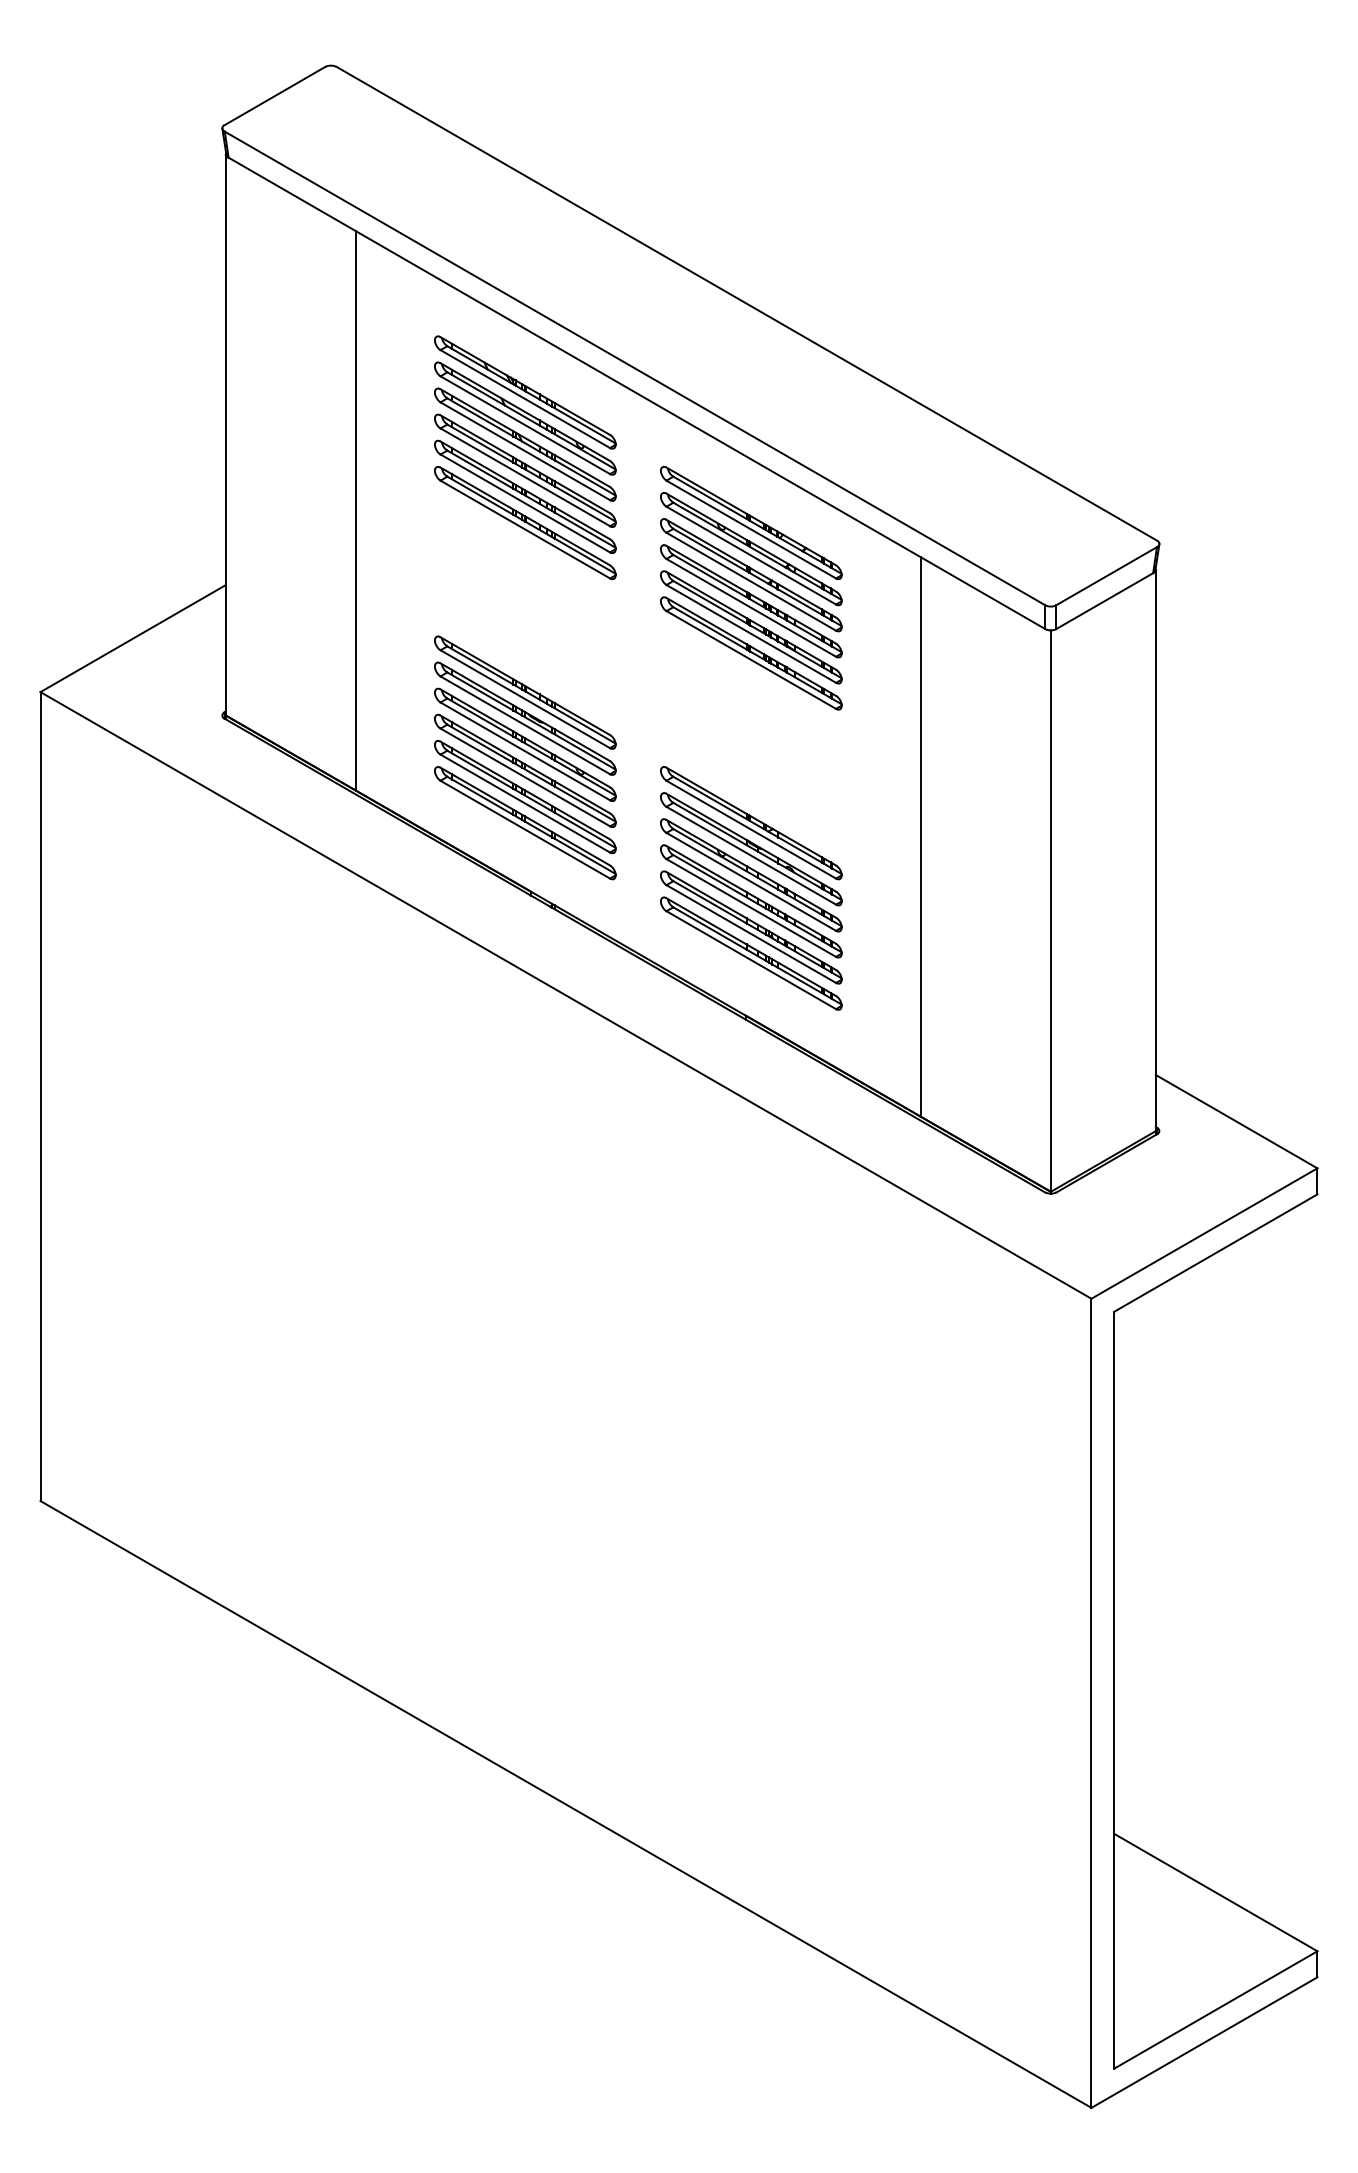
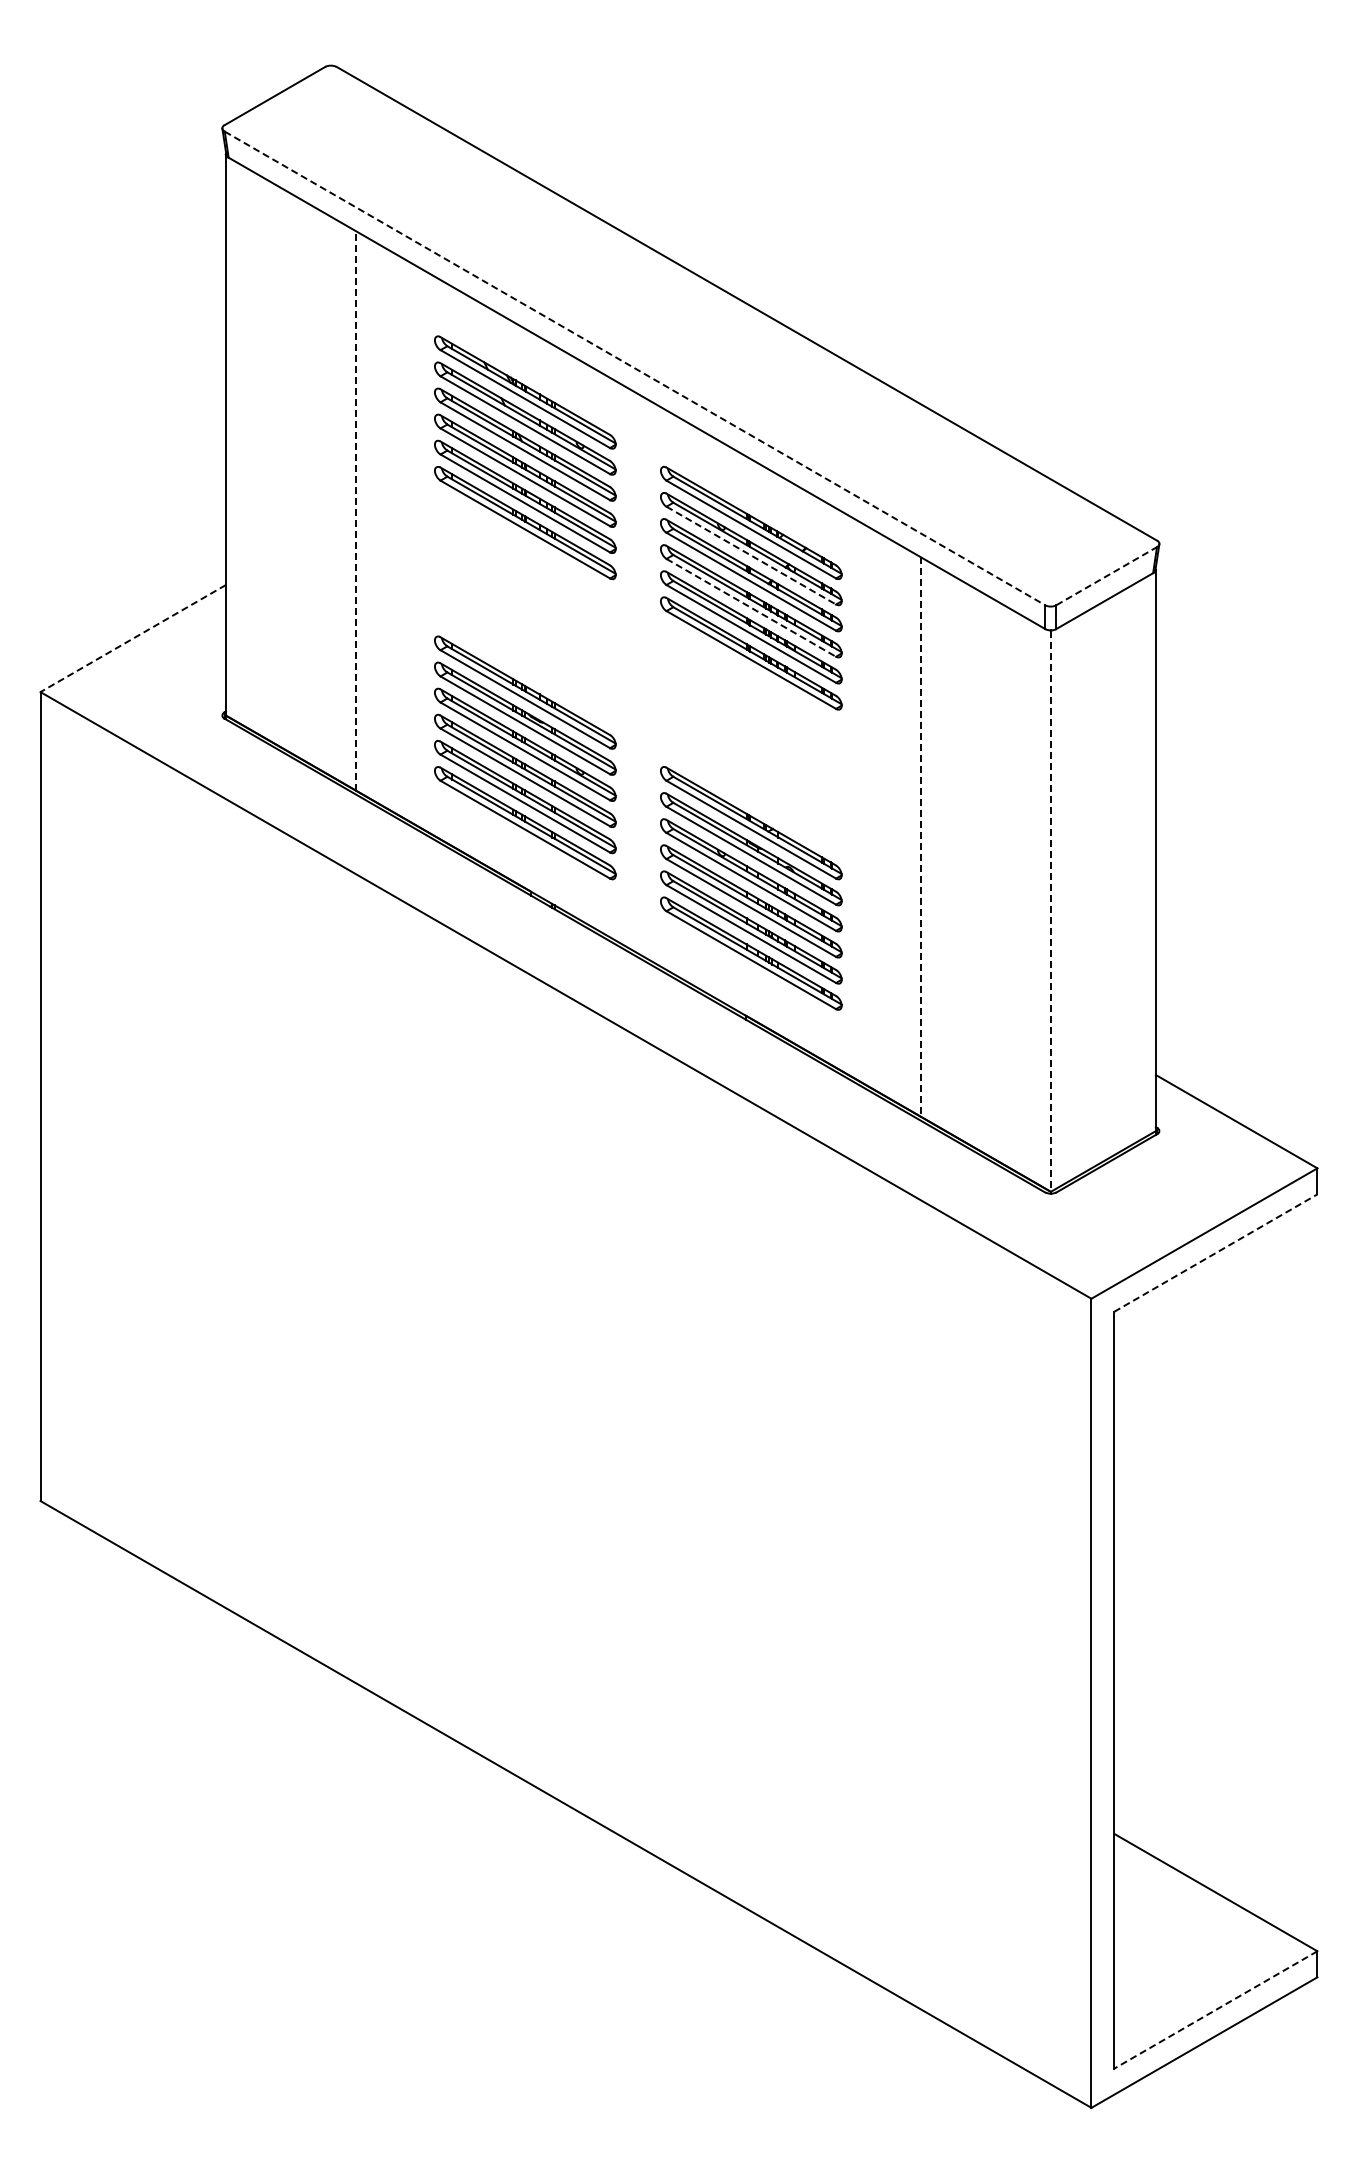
line at (634, 368): solid -> dashed
line at (355, 510): solid -> dashed
line at (751, 555): solid -> dashed
line at (1107, 575): solid -> dashed
line at (751, 607): solid -> dashed
line at (132, 638): solid -> dashed
line at (920, 836): solid -> dashed
line at (1050, 911): solid -> dashed
line at (1216, 1252): solid -> dashed
line at (1215, 2010): solid -> dashed
